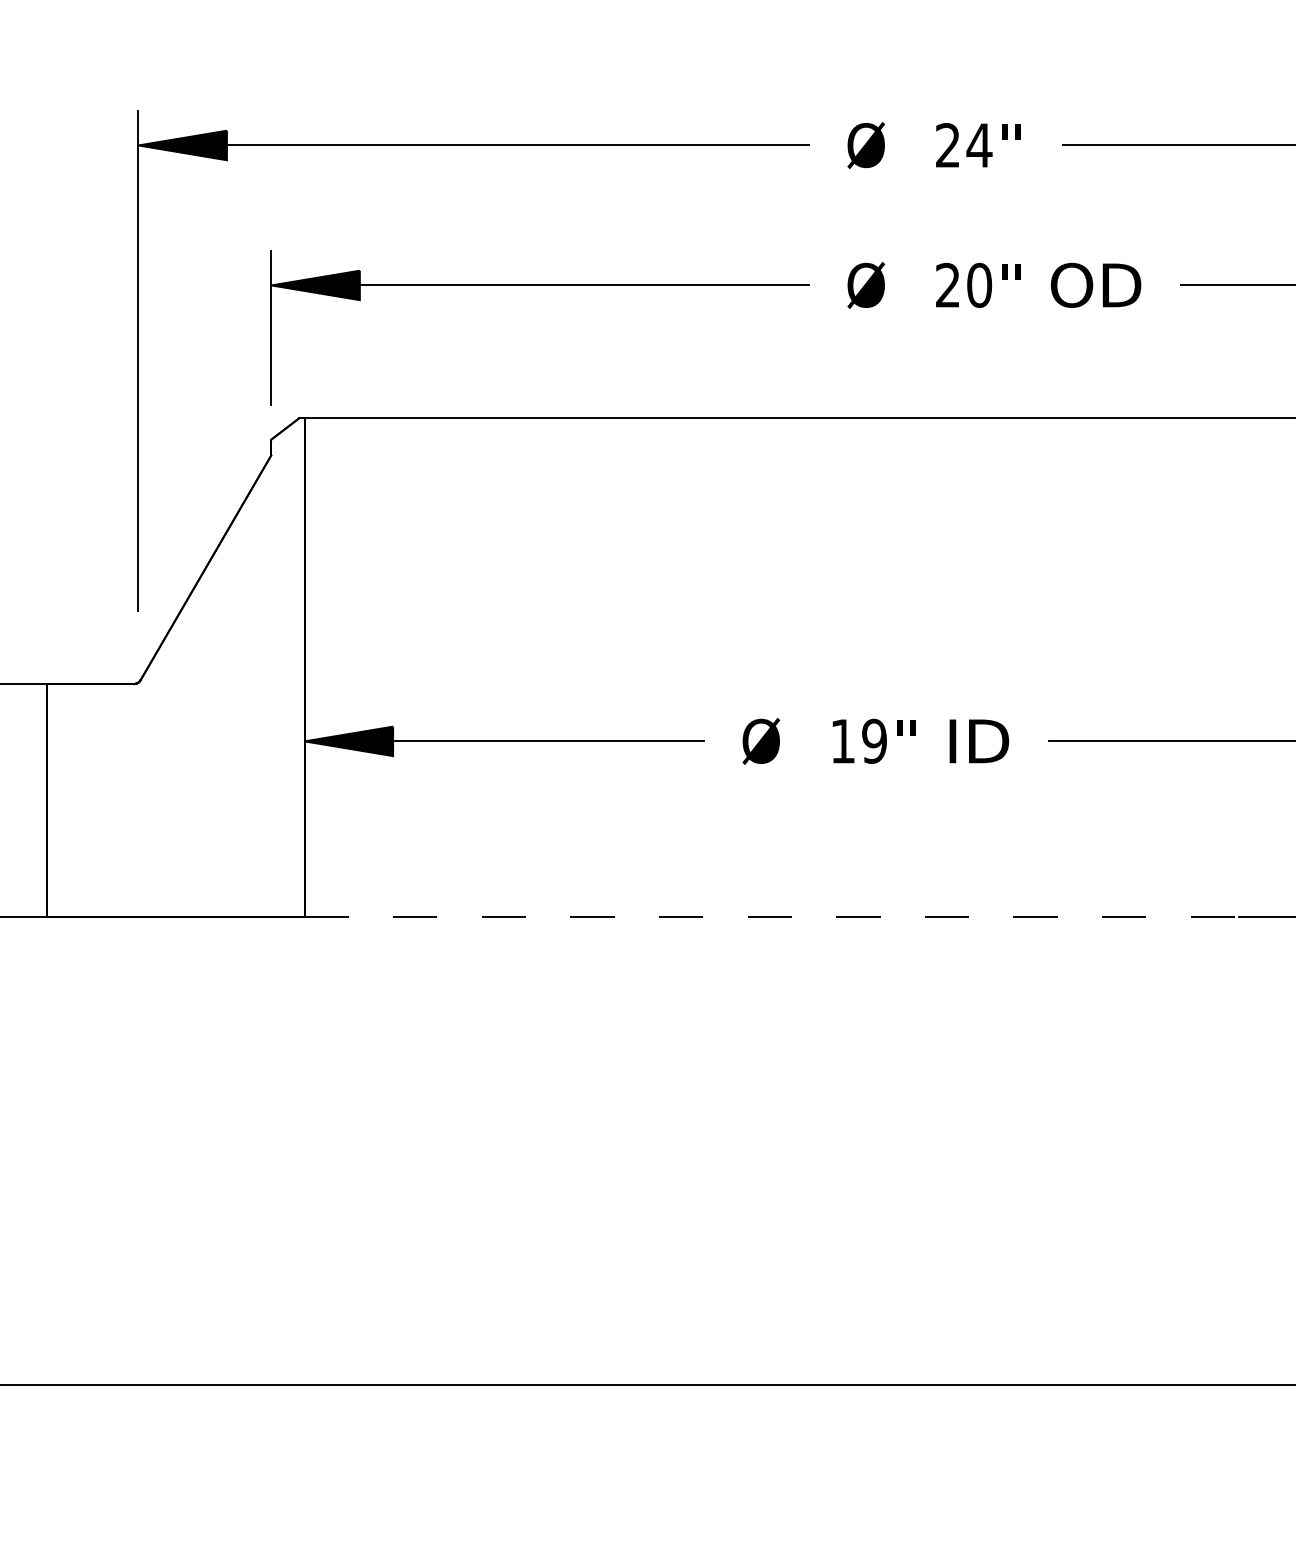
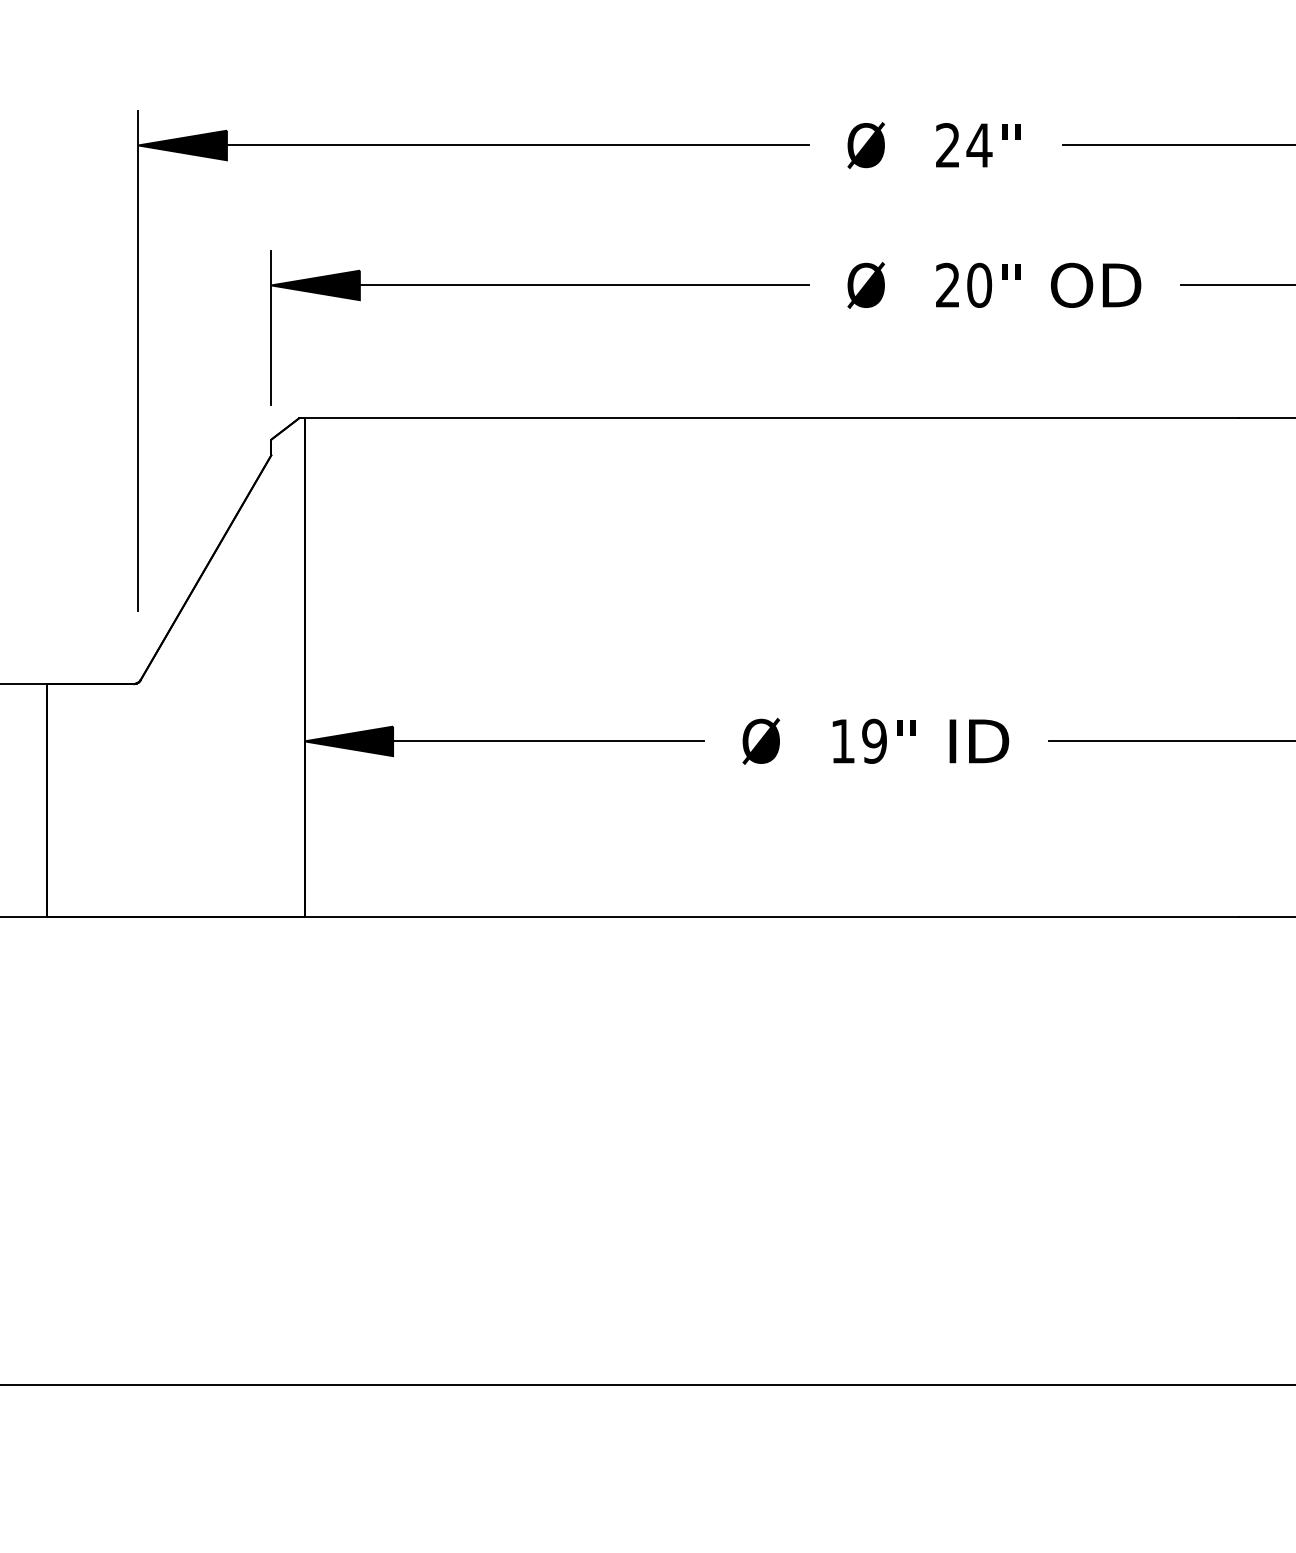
line at (772, 916): dashed -> solid
